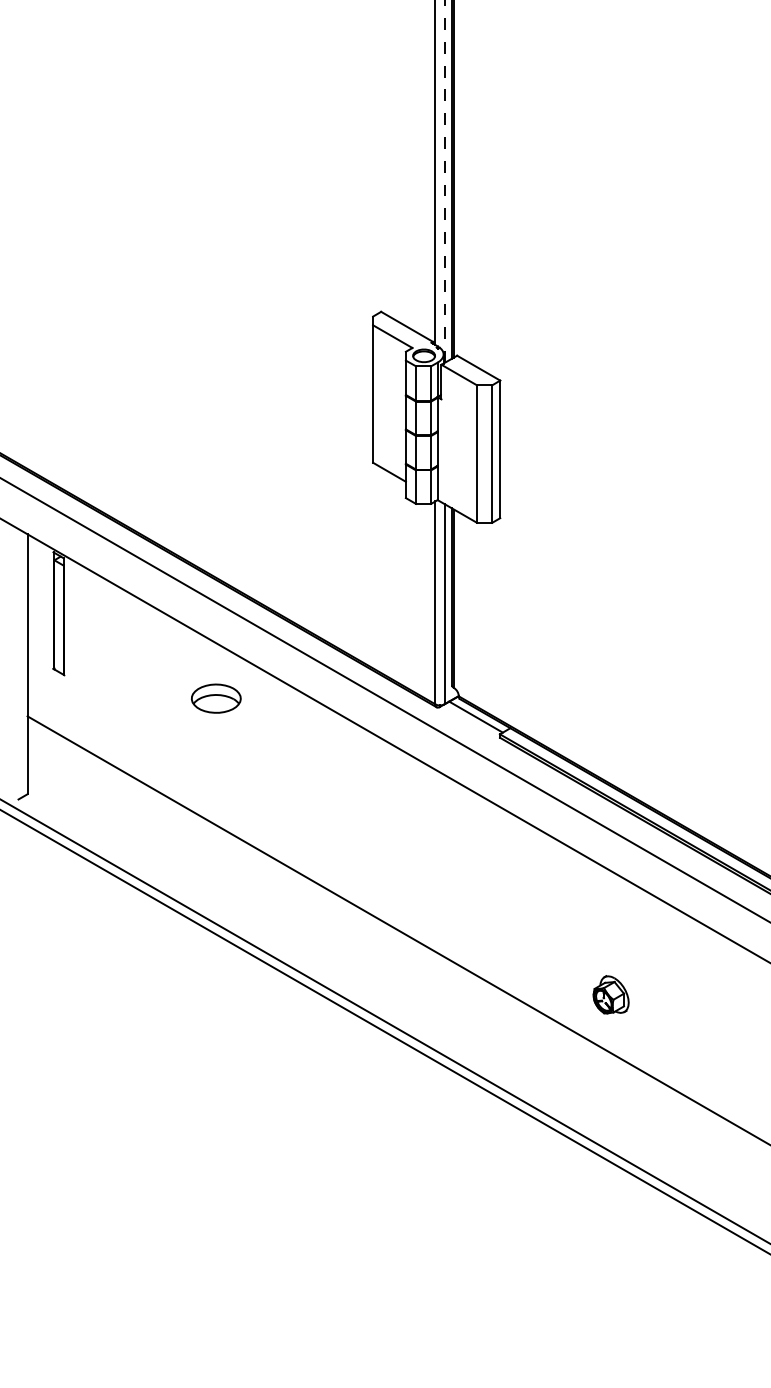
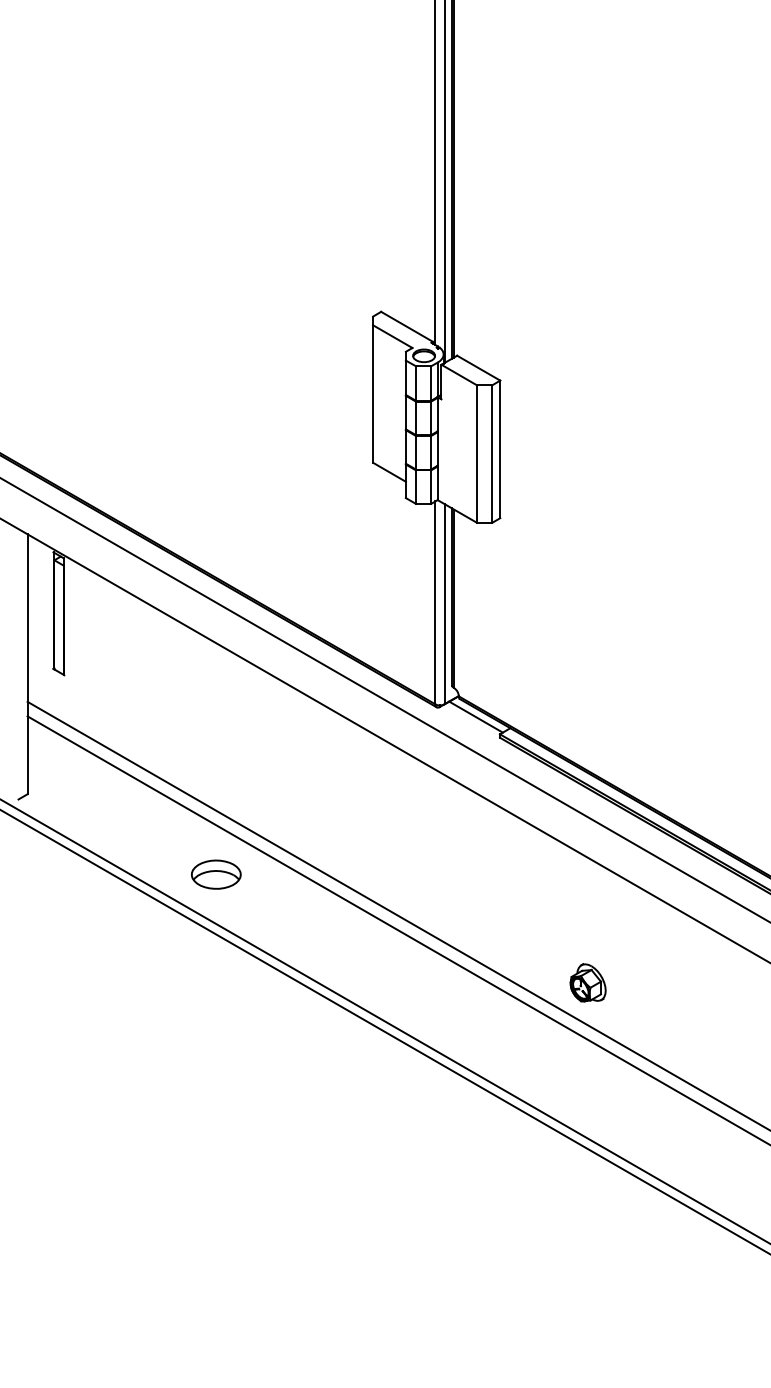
line at (444, 181): dashed -> solid
part at (216, 698) position: (216, 698) -> (216, 874)
line at (397, 914): none -> present
part at (610, 994) position: (610, 994) -> (587, 982)
